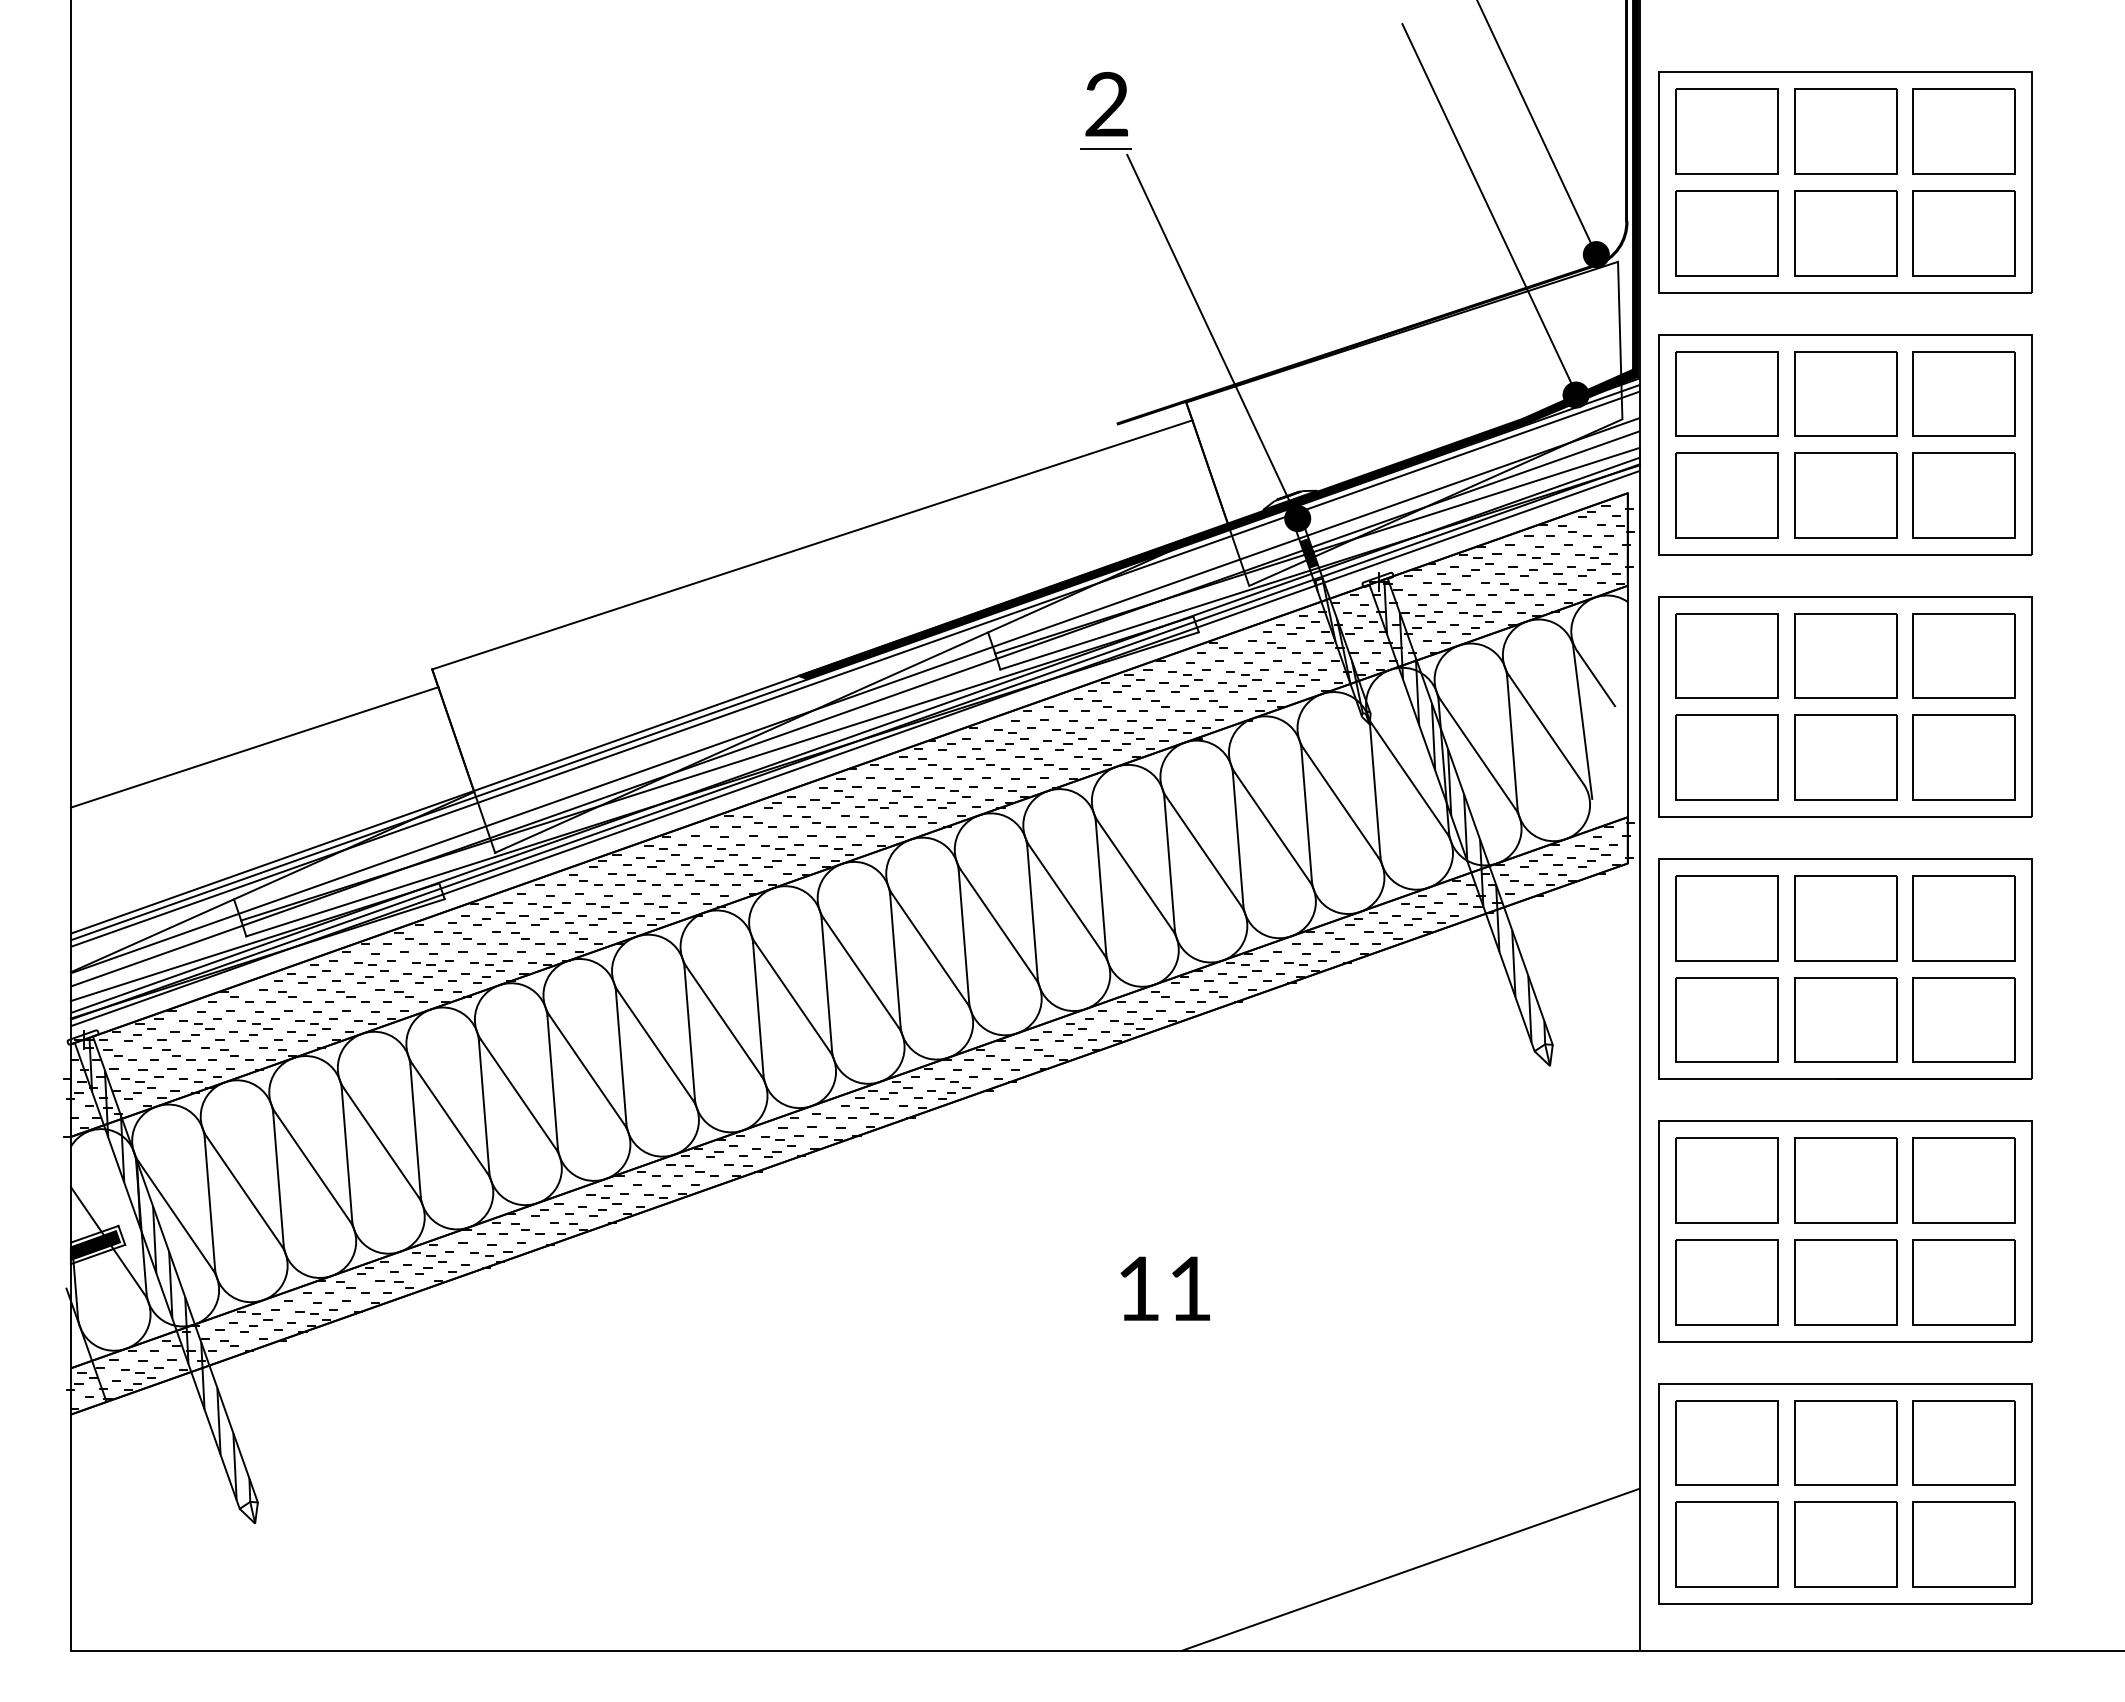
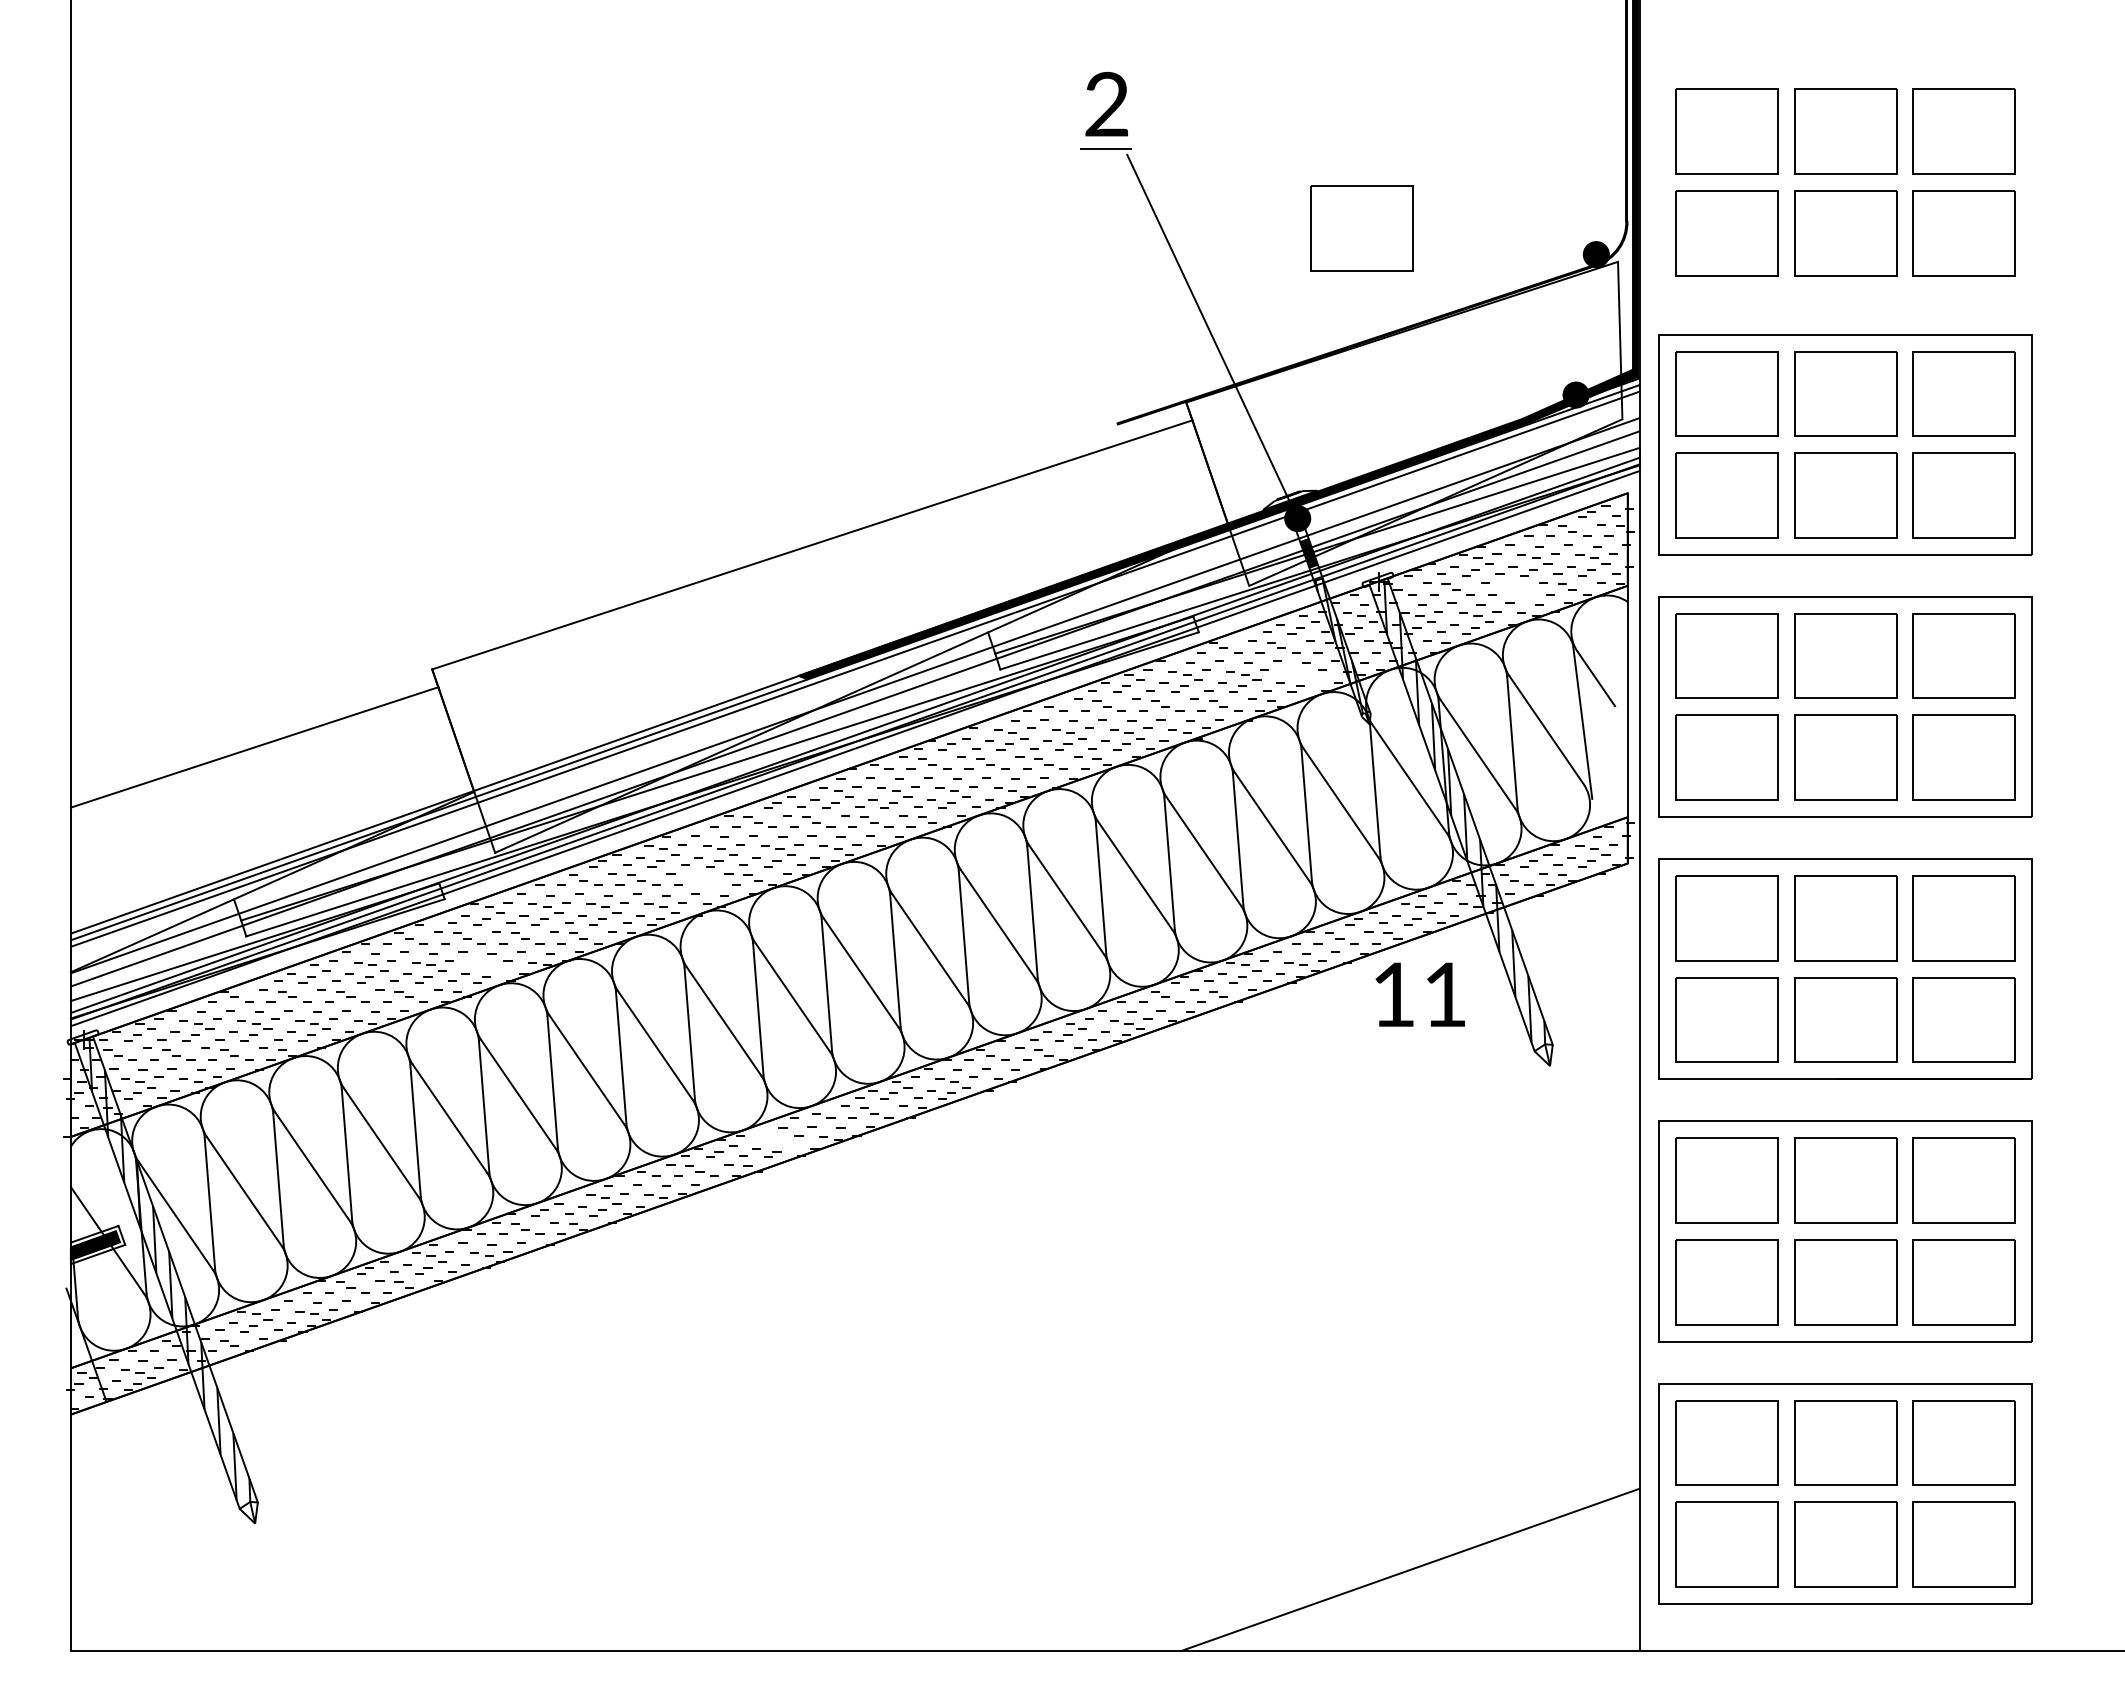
line at (1537, 128): present -> none
part at (1845, 182): present -> none
line at (1489, 209): present -> none
part at (1361, 228): none -> present
part at (1516, 589): present -> none
part at (1301, 675): present -> none
part at (701, 879): present -> none
part at (487, 966): present -> none
part at (778, 1141): present -> none
text at (1164, 1288) position: (1164, 1288) -> (1419, 994)
